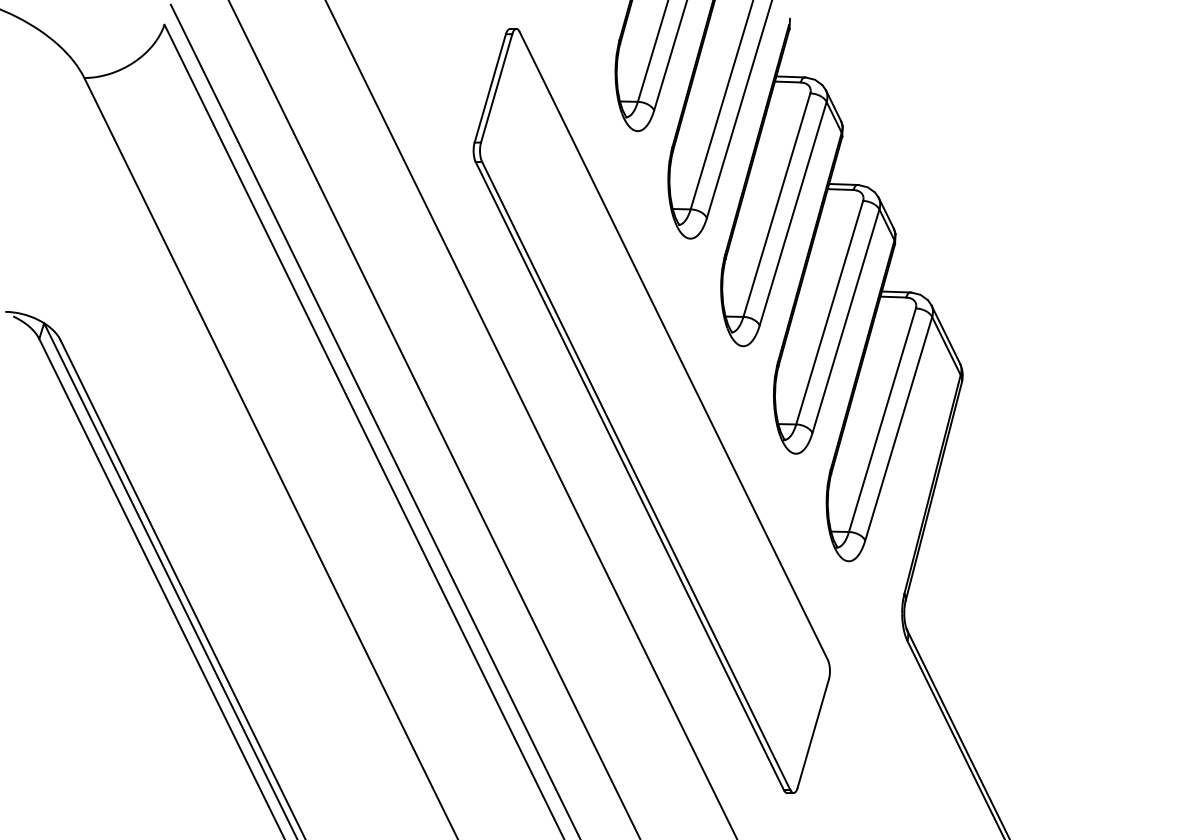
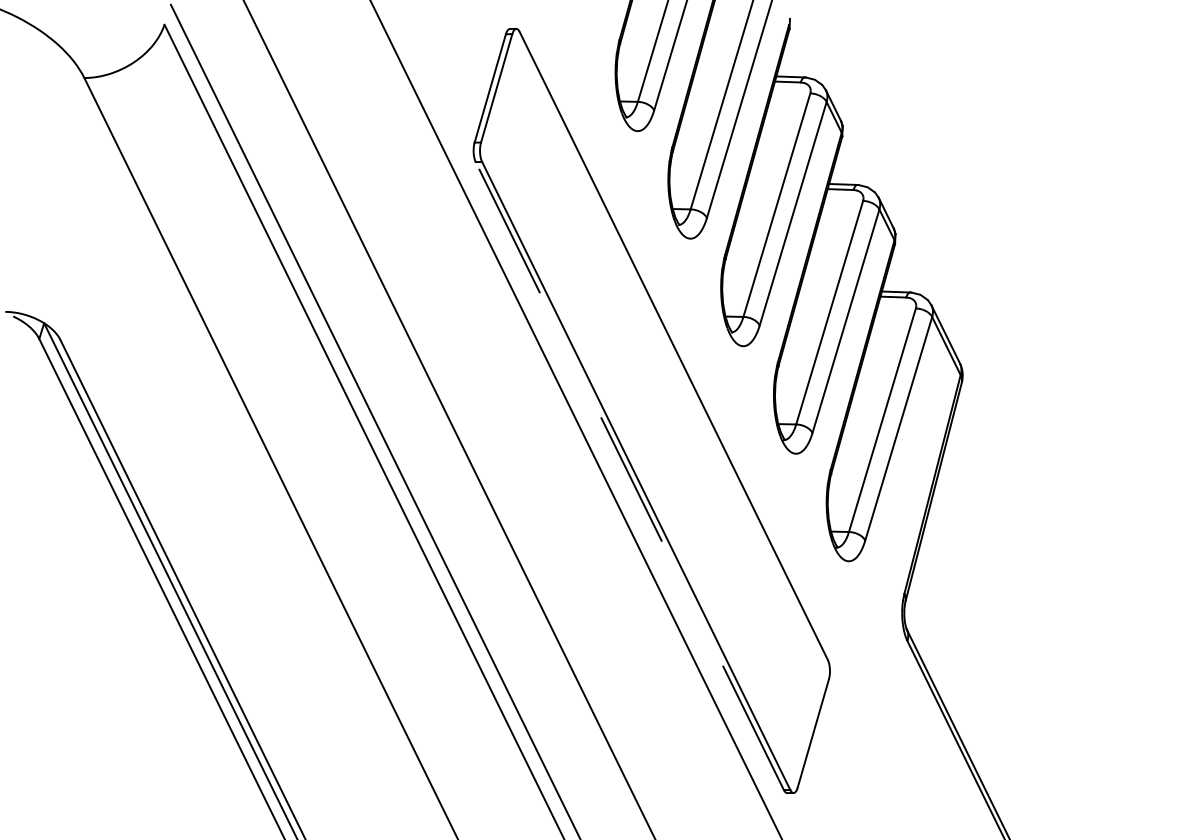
line at (433, 419) position: (433, 419) -> (448, 419)
line at (530, 419) position: (530, 419) -> (575, 419)
line at (629, 476): solid -> dashed
